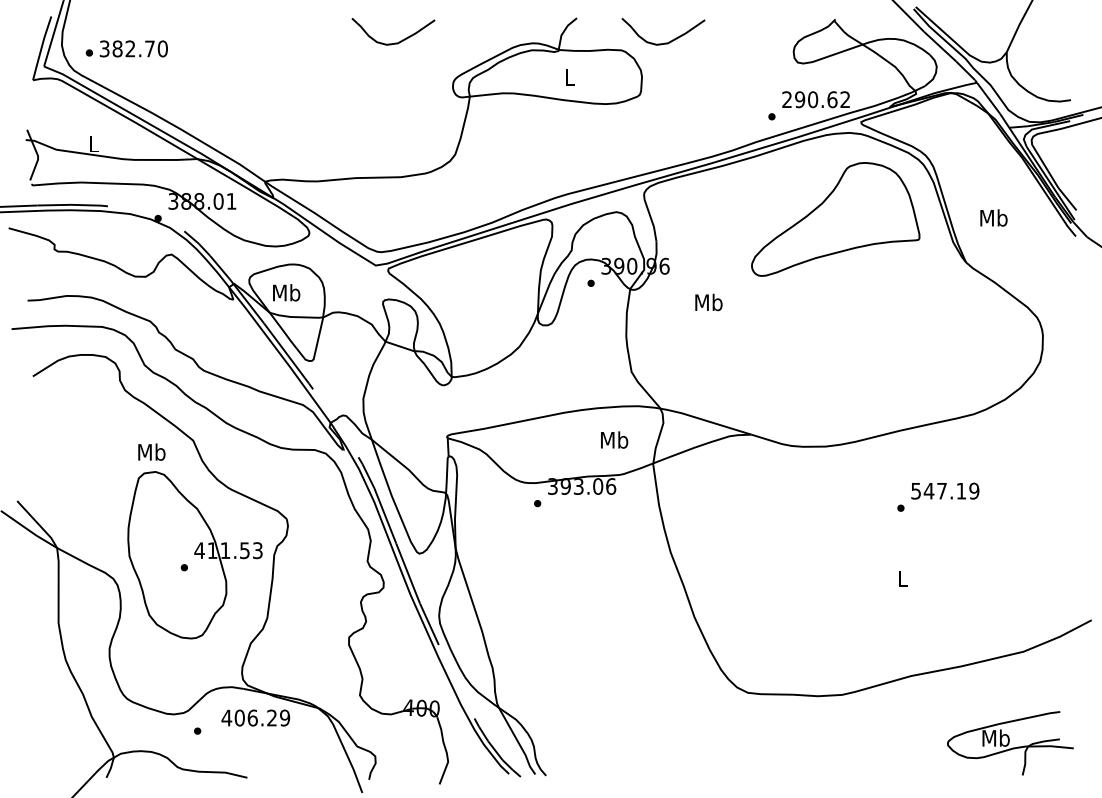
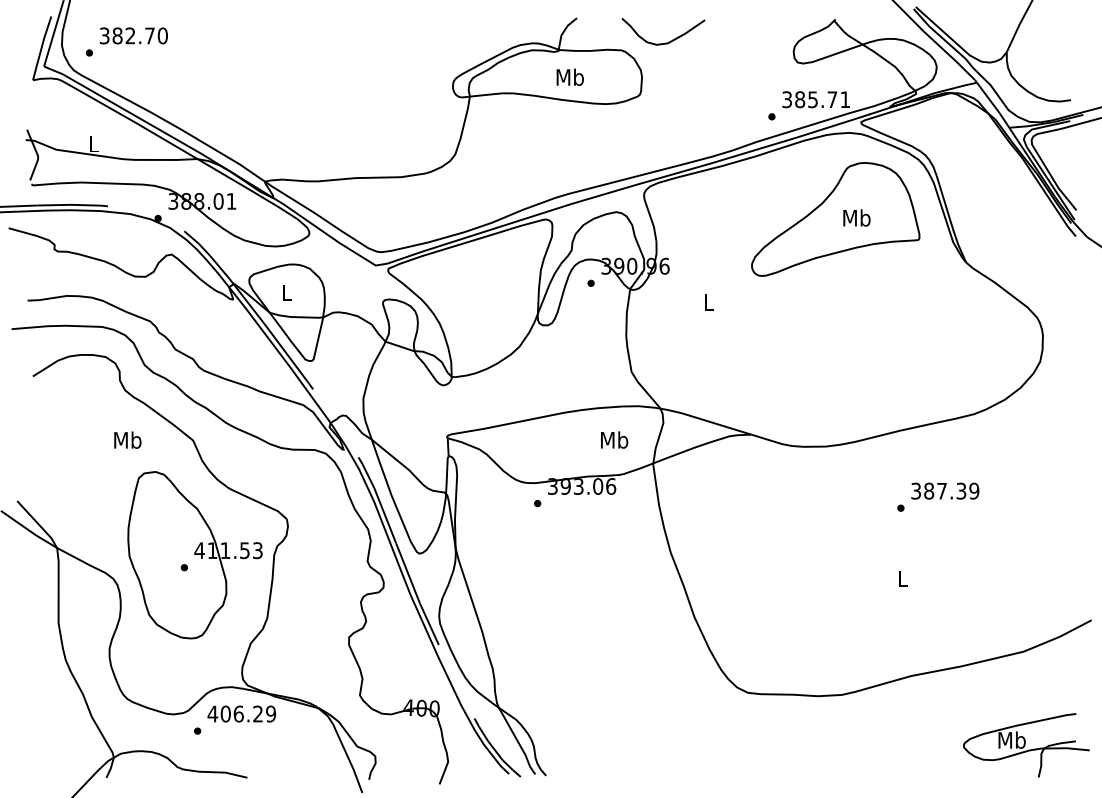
curve at (394, 42): present -> none
text at (133, 48) position: (133, 48) -> (133, 35)
text at (569, 76): L -> Mb
text at (815, 99): 290.62 -> 385.71
text at (993, 217) position: (993, 217) -> (856, 217)
text at (286, 292): Mb -> L
text at (708, 302): Mb -> L
text at (151, 451) position: (151, 451) -> (127, 439)
text at (938, 490): 547.19 -> 387.39
text at (255, 717) position: (255, 717) -> (241, 713)
part at (1010, 743) position: (1010, 743) -> (1026, 745)
